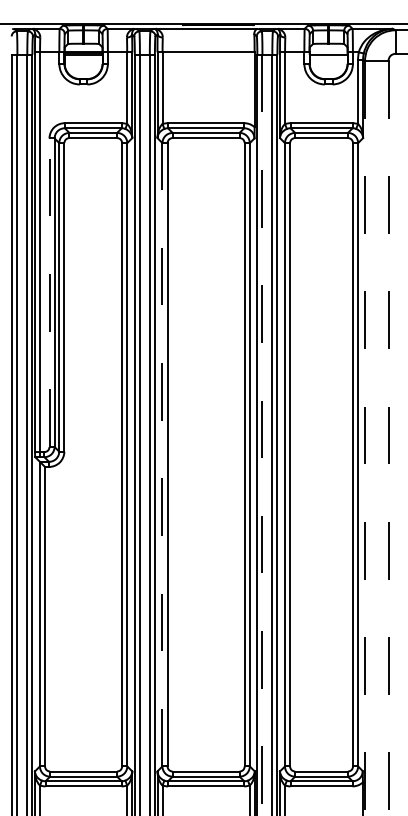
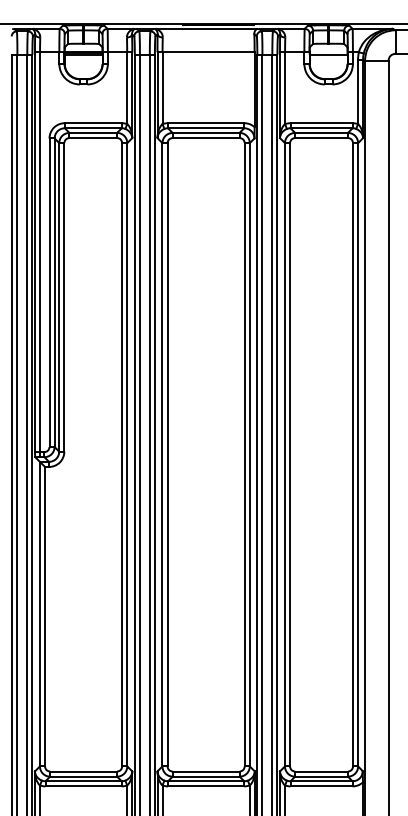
line at (49, 292): dashed -> solid
line at (262, 435): dashed -> solid
line at (365, 438): dashed -> solid
line at (388, 438): dashed -> solid
line at (162, 454): dashed -> solid
